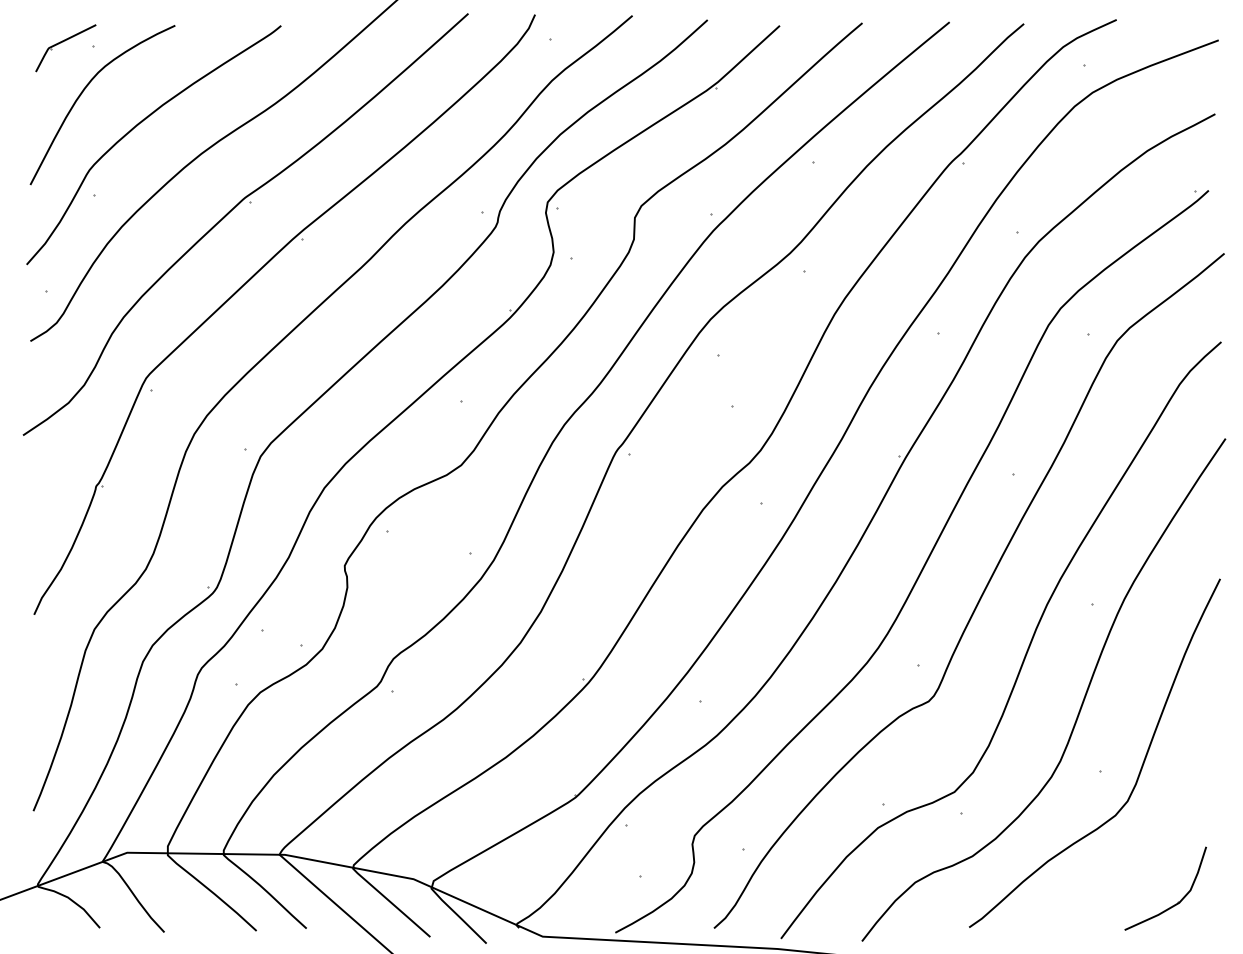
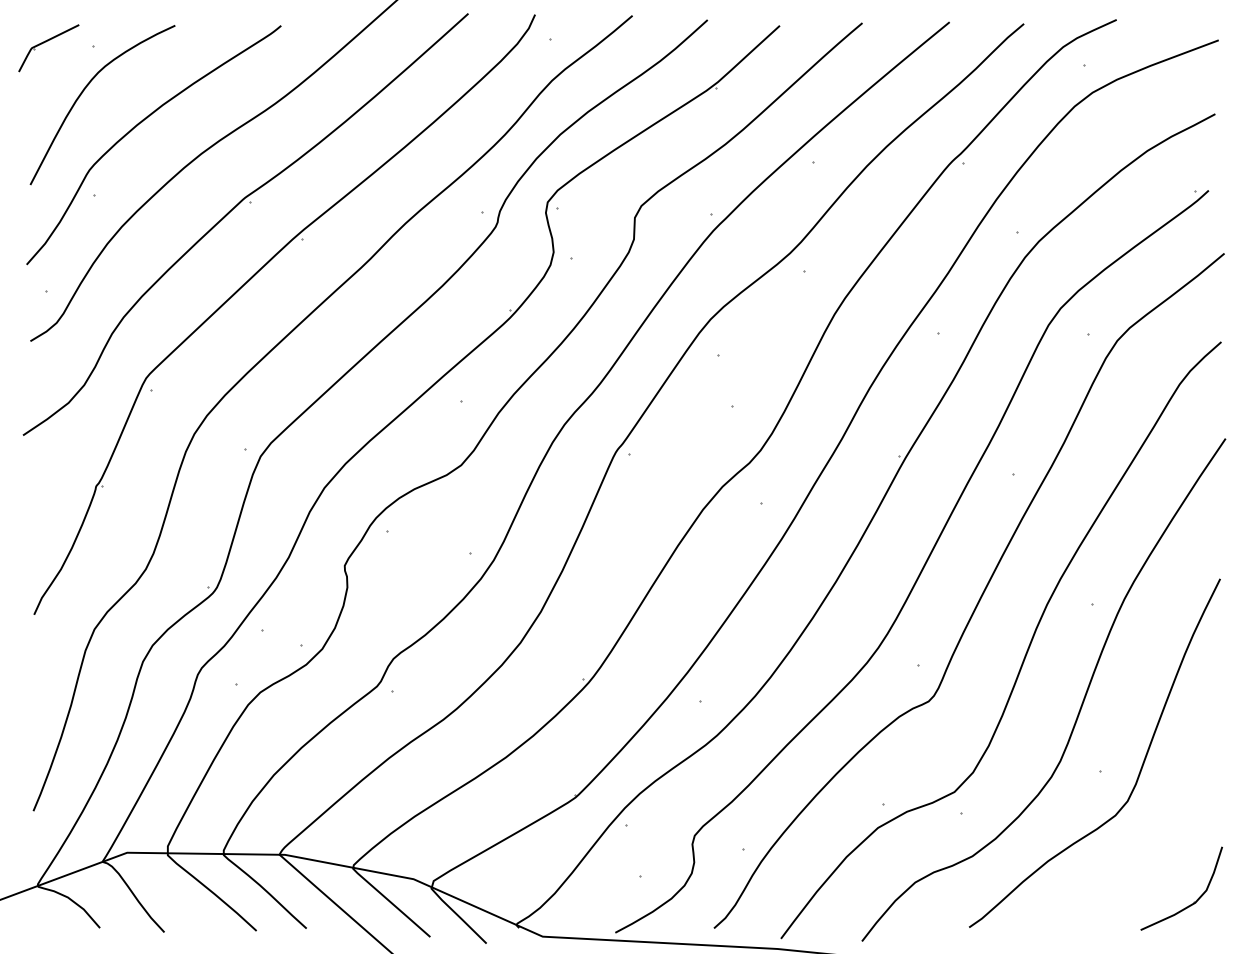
part at (63, 42) position: (63, 42) -> (46, 42)
part at (1174, 904) position: (1174, 904) -> (1190, 904)
